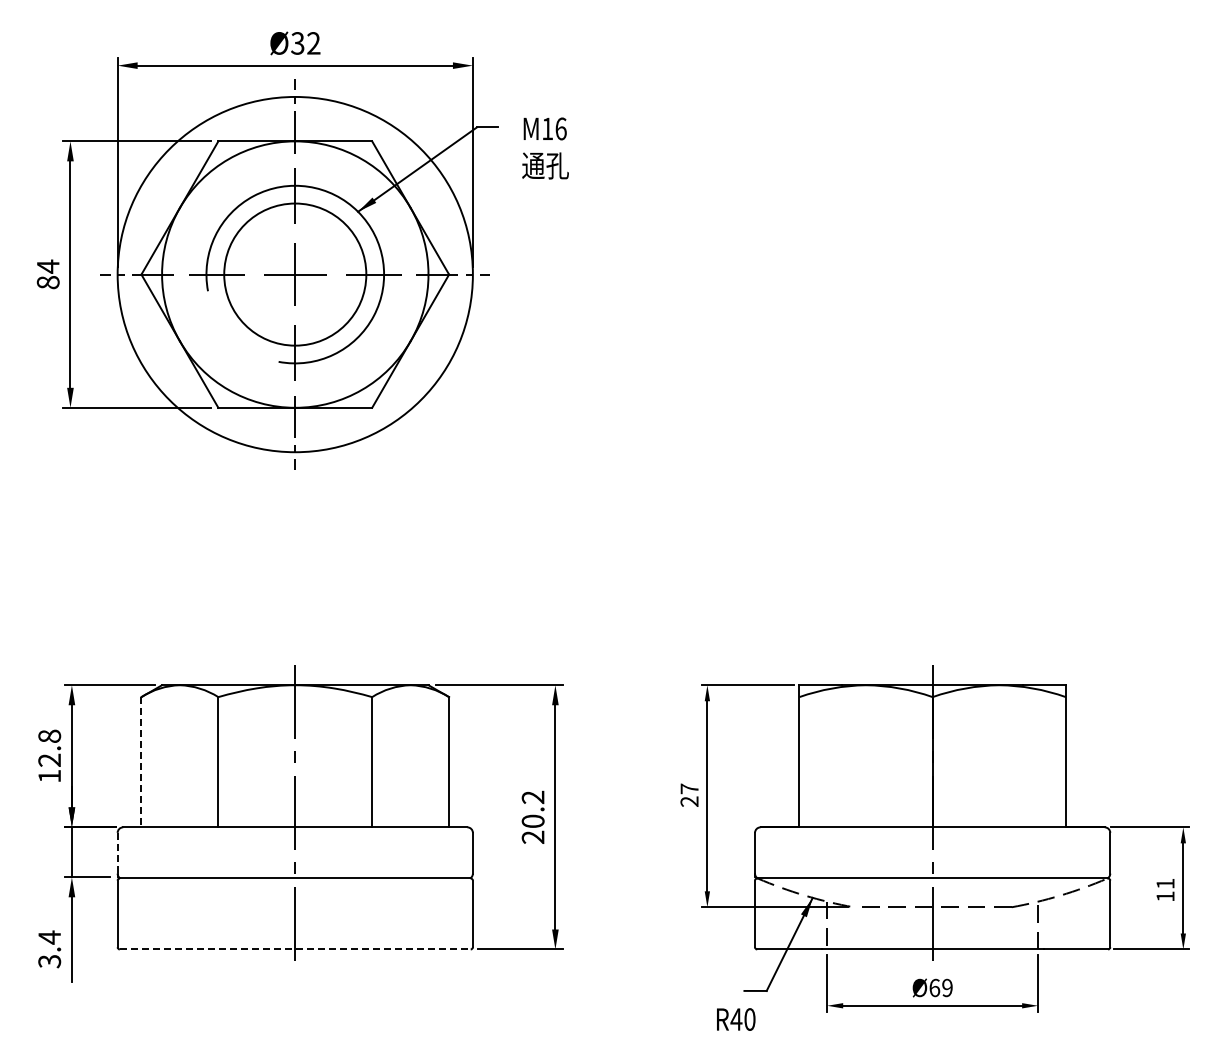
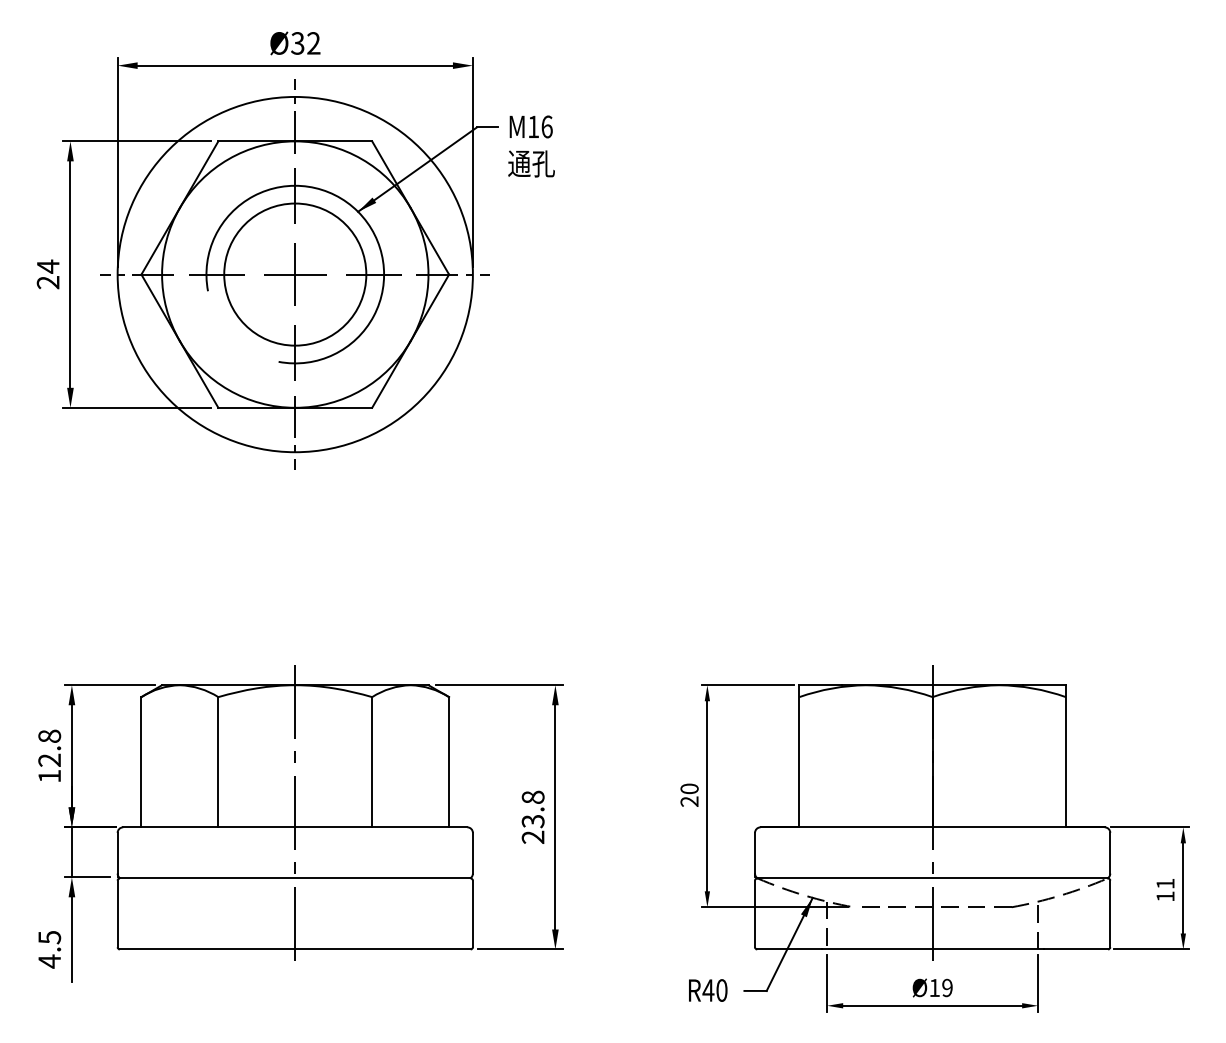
text at (545, 148) position: (545, 148) -> (531, 146)
text at (47, 282): 84 -> 24
line at (141, 762): dashed -> solid
text at (689, 788): 27 -> 20
text at (532, 809): 20.2 -> 23.8
line at (117, 853): dashed -> solid
text at (49, 949): 3.4 -> 4.5
line at (295, 949): dashed -> solid
text at (934, 987): Ø69 -> Ø19
text at (736, 1019) position: (736, 1019) -> (708, 990)
